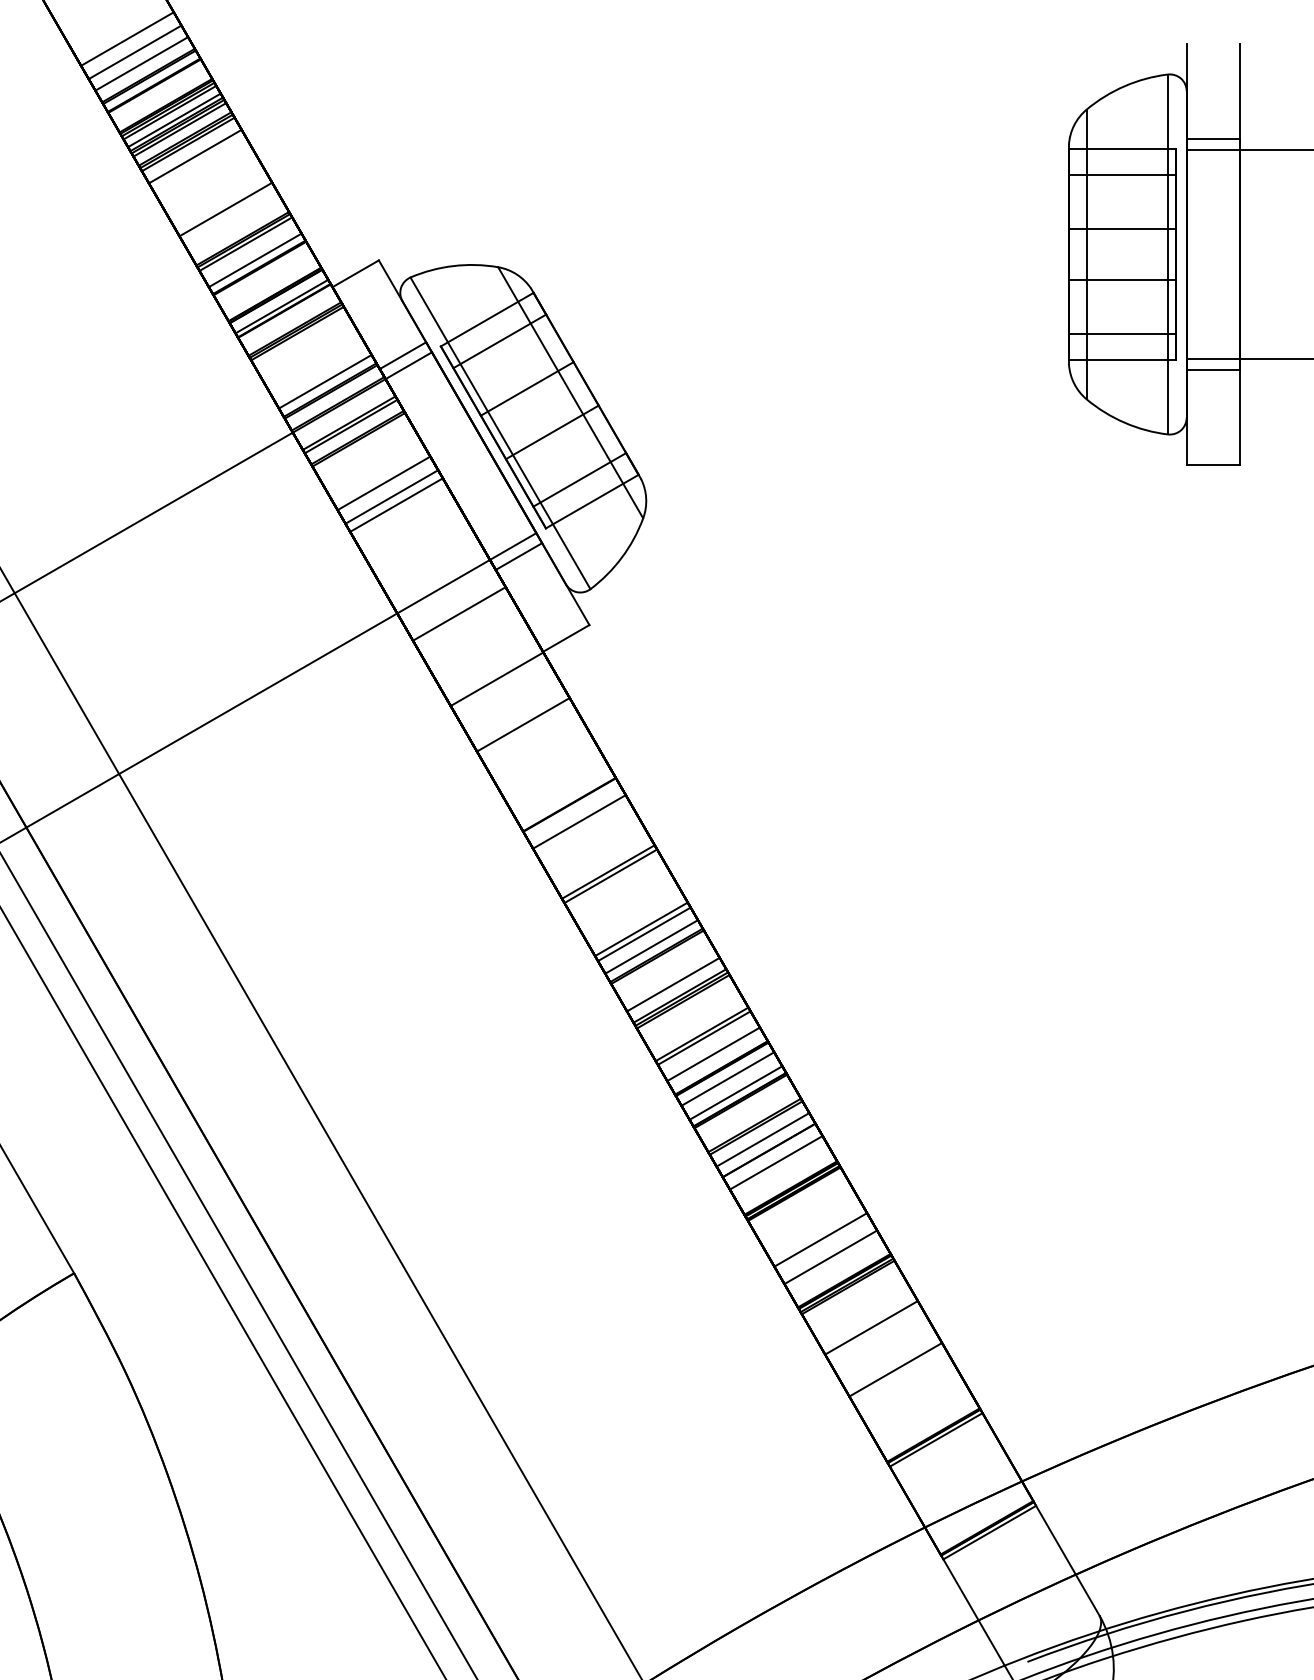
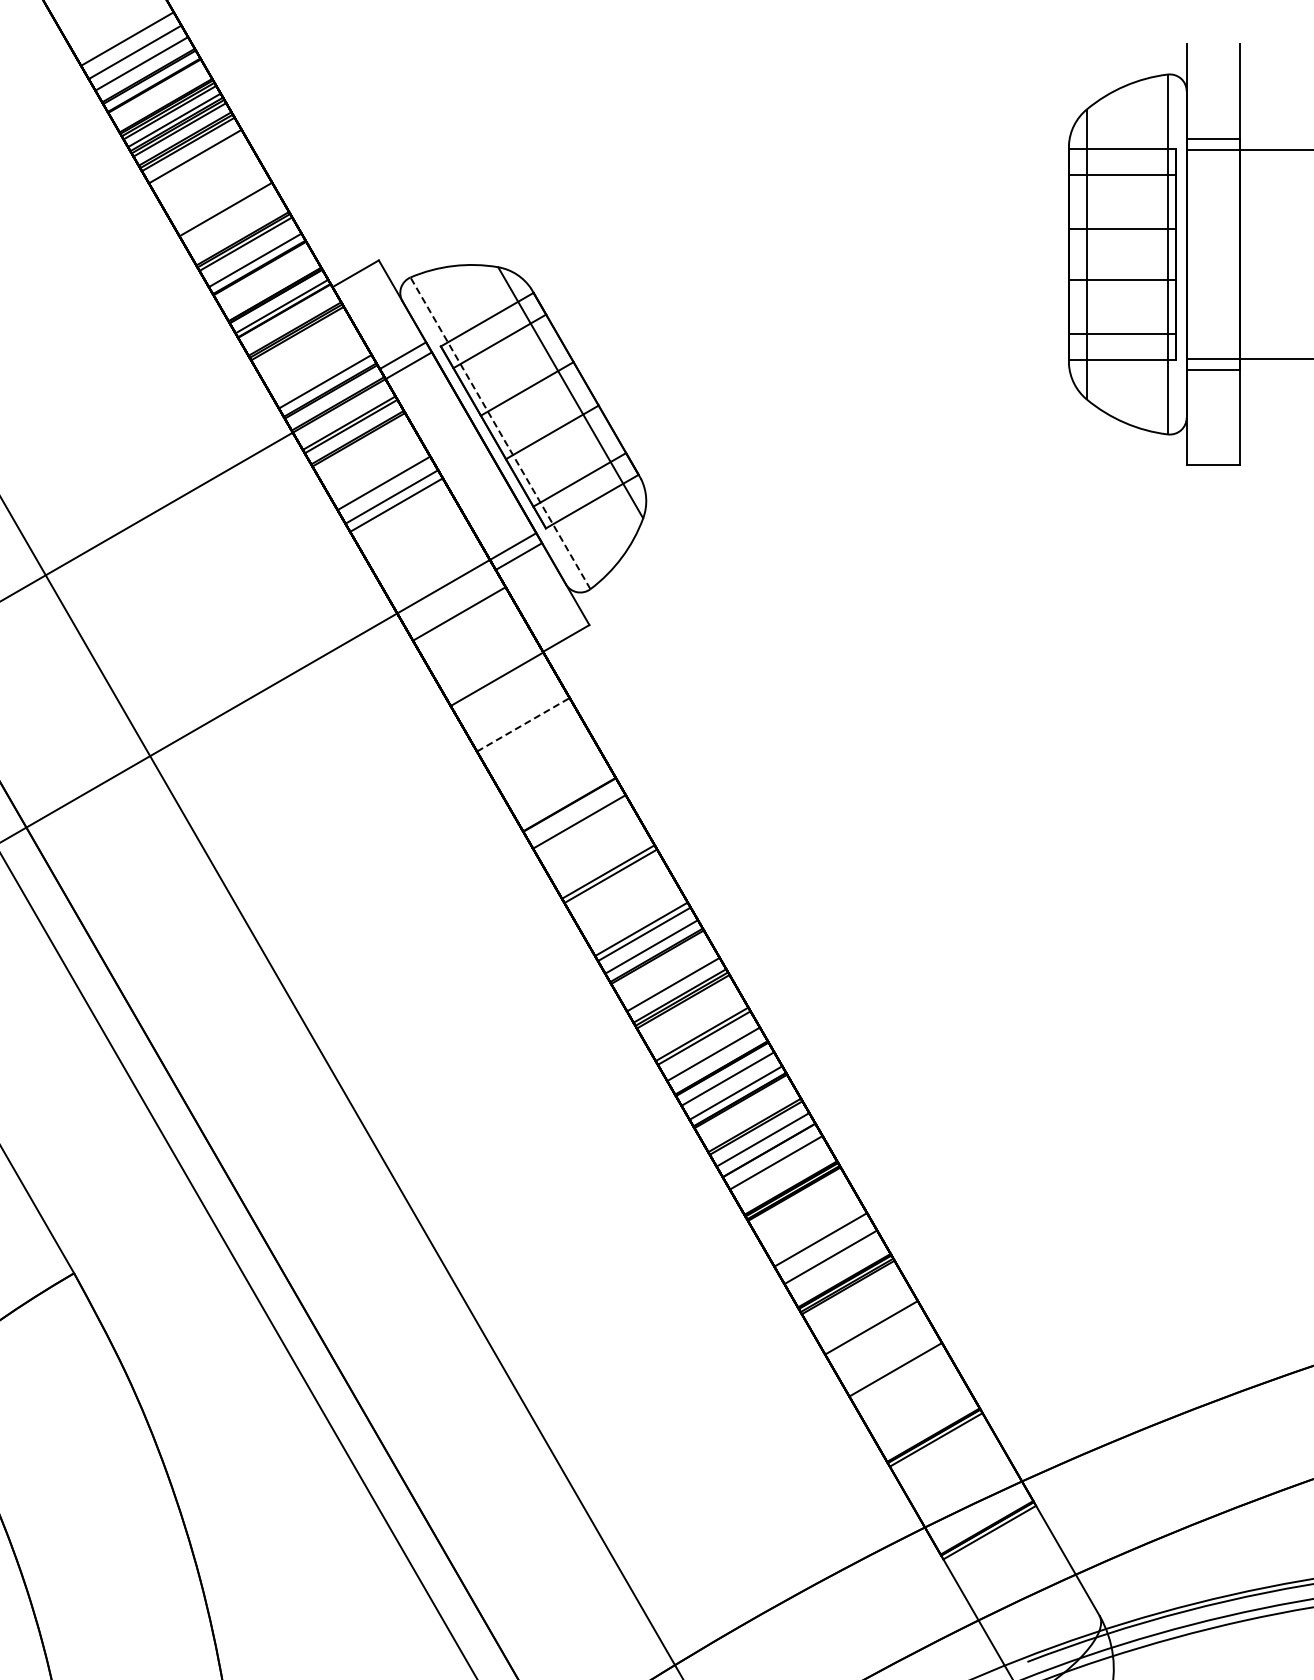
line at (500, 433): solid -> dashed
line at (523, 724): solid -> dashed
line at (321, 1123) position: (321, 1123) -> (341, 1088)
line at (223, 1293): present -> none
